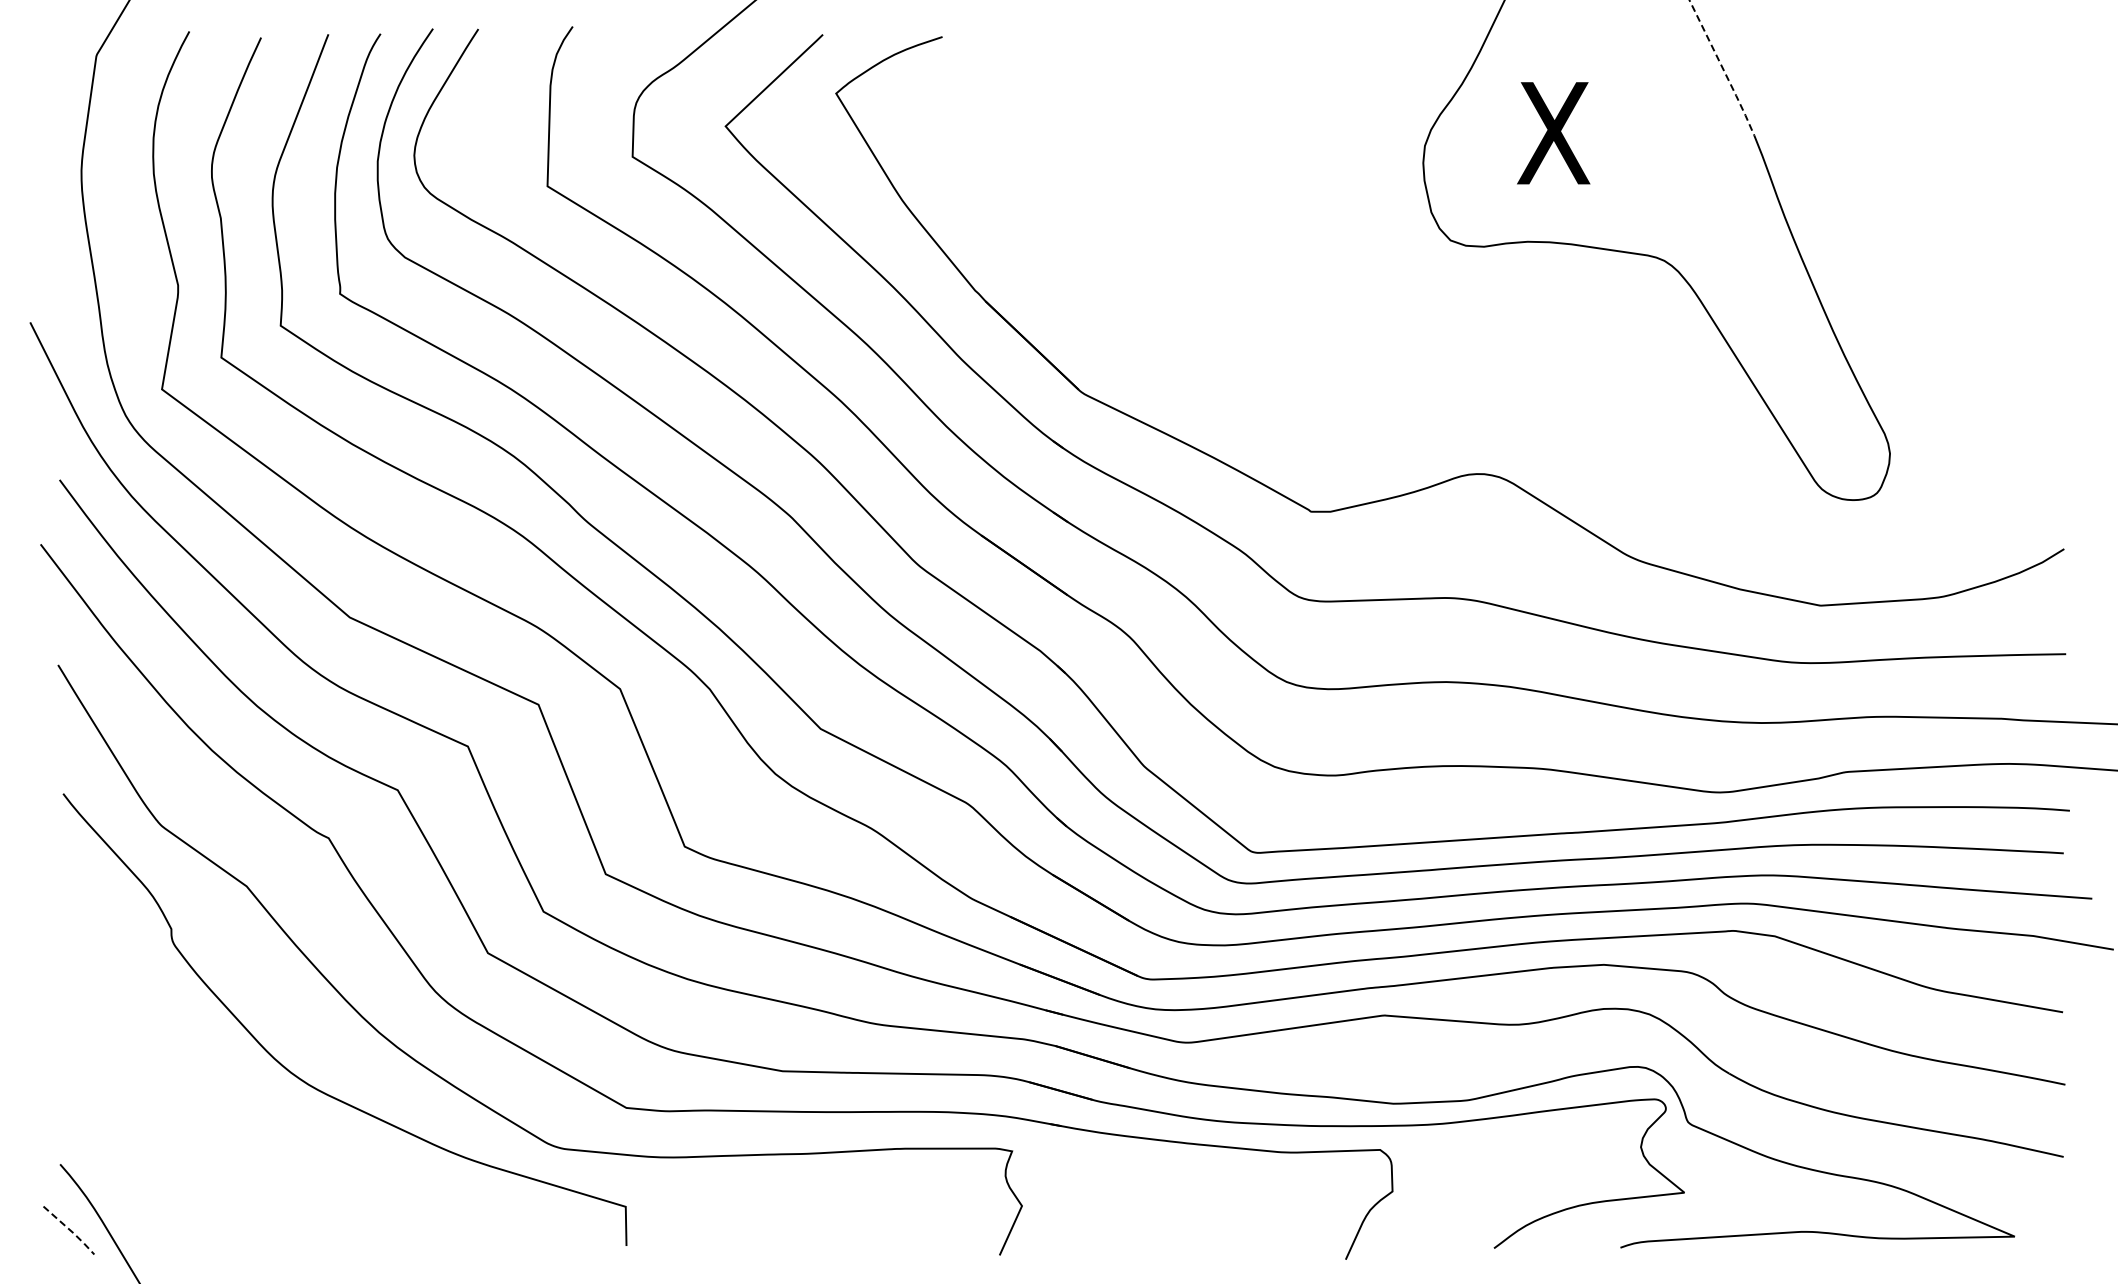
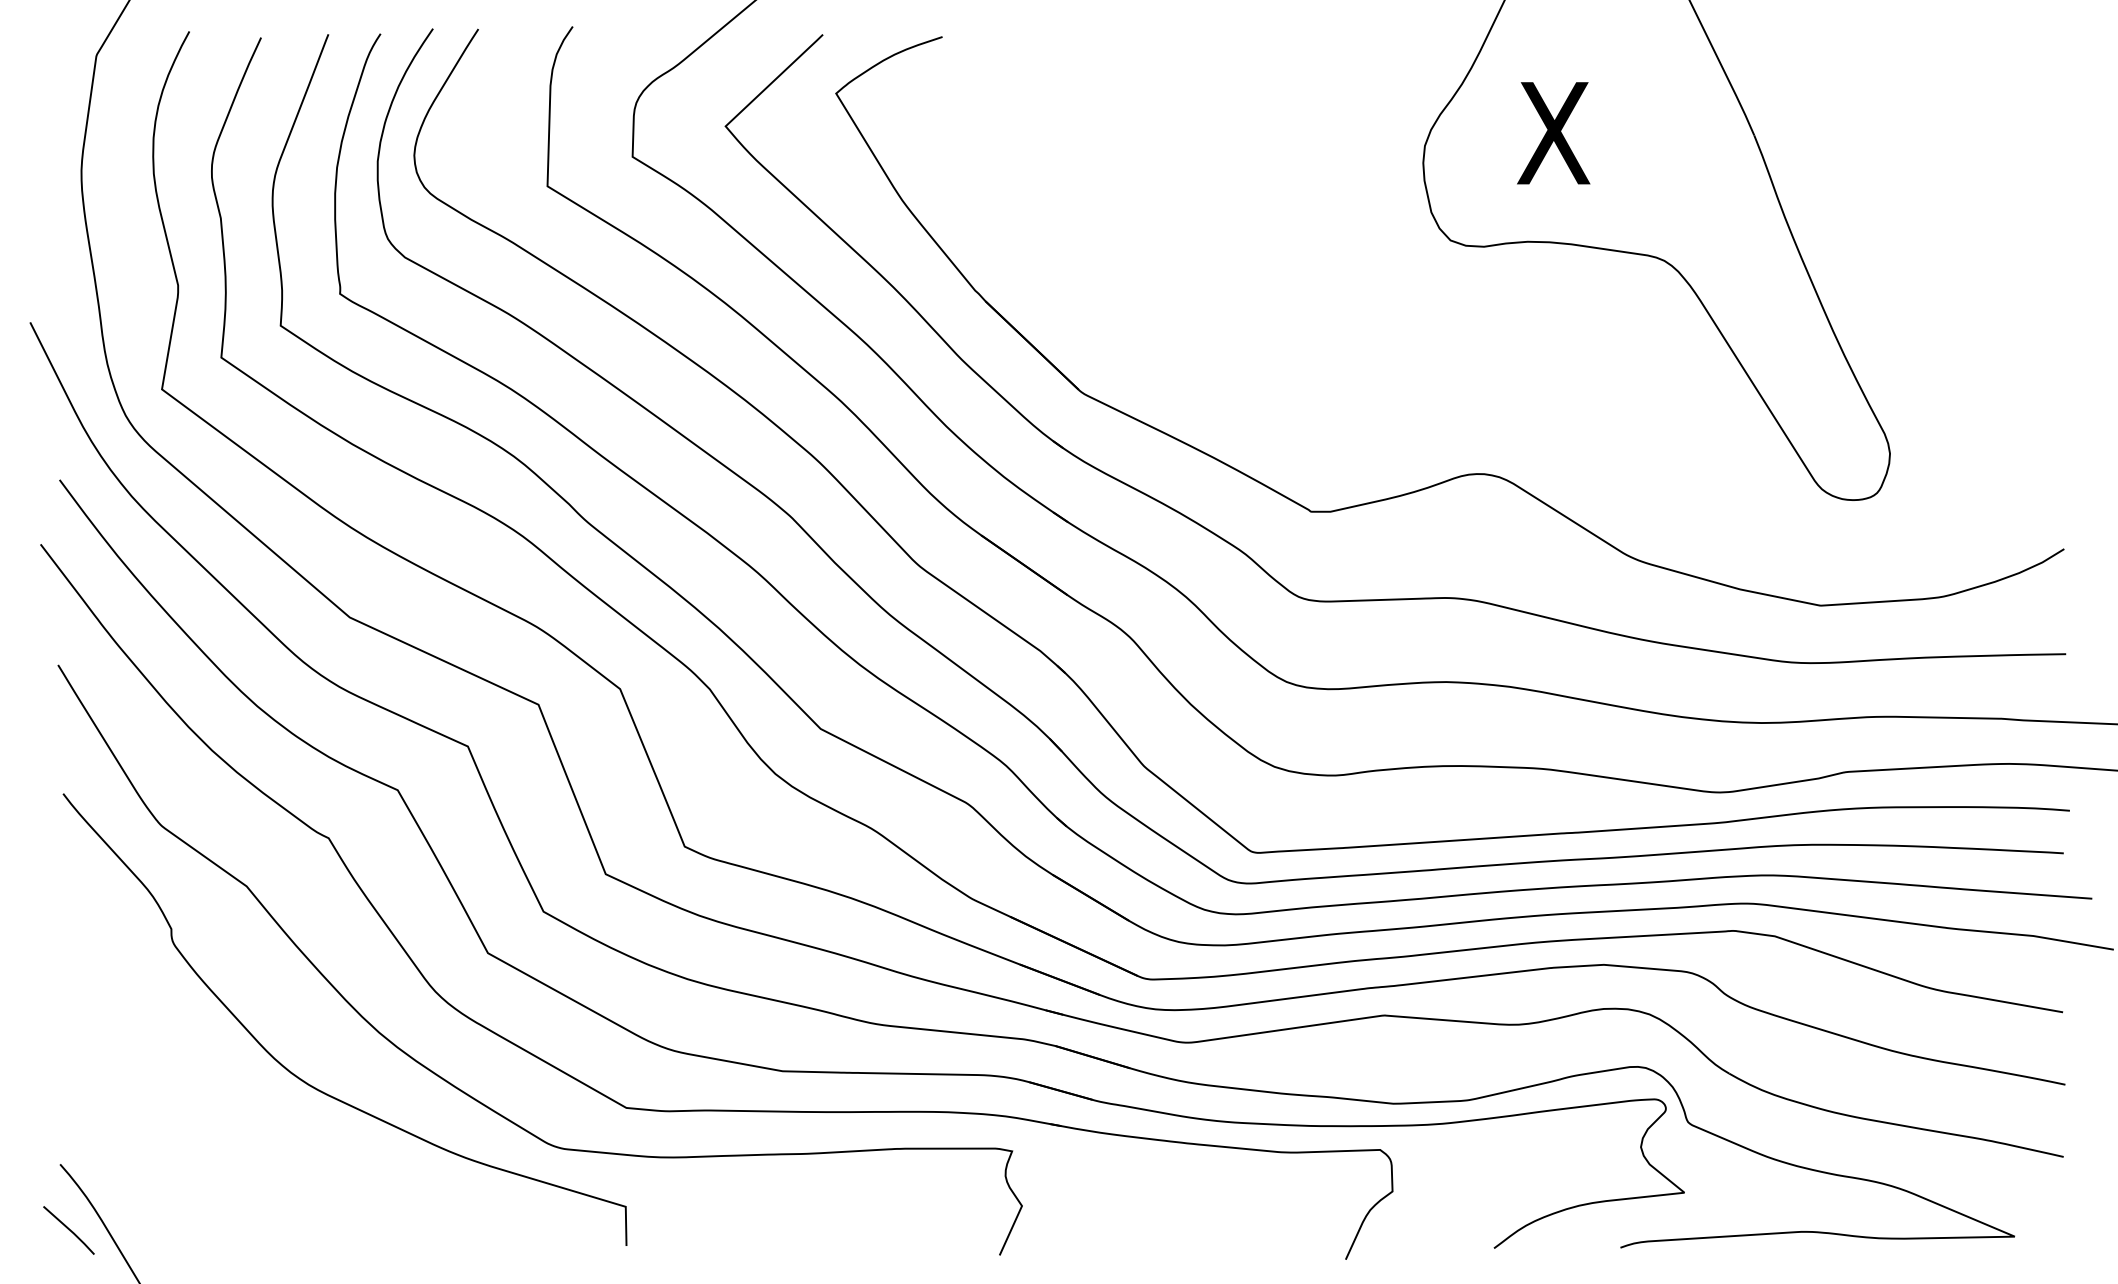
line at (1723, 68): dashed -> solid
line at (70, 1230): dashed -> solid
